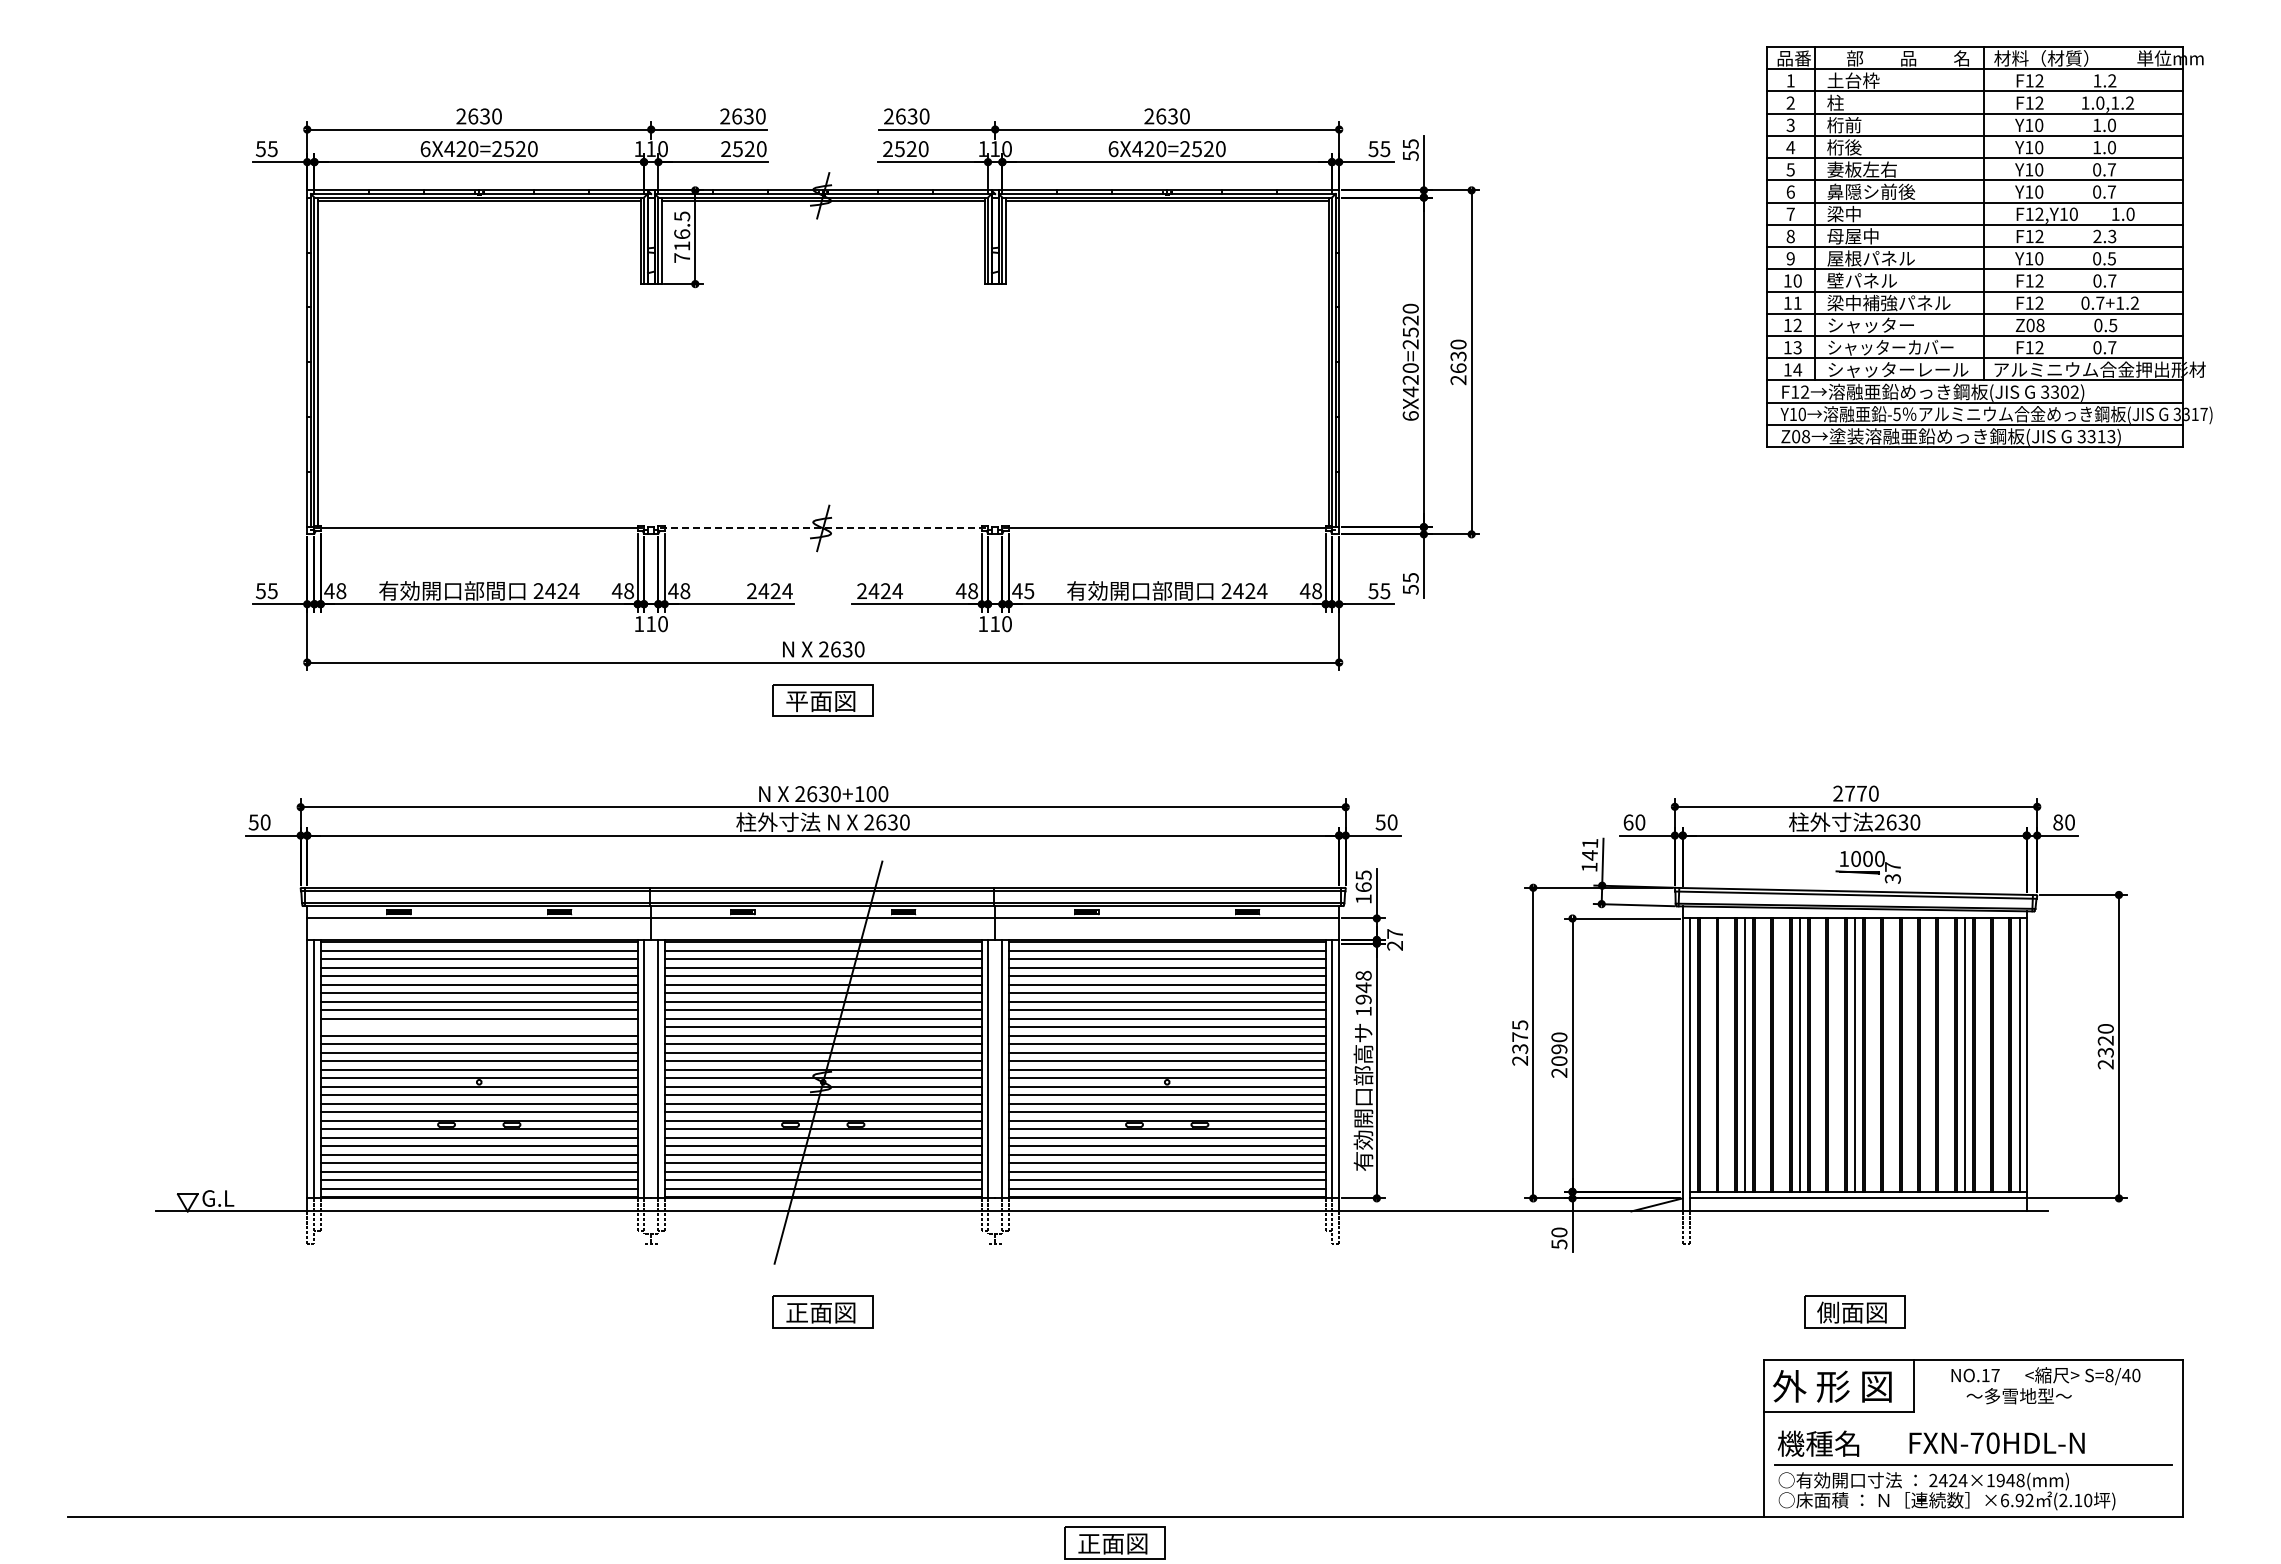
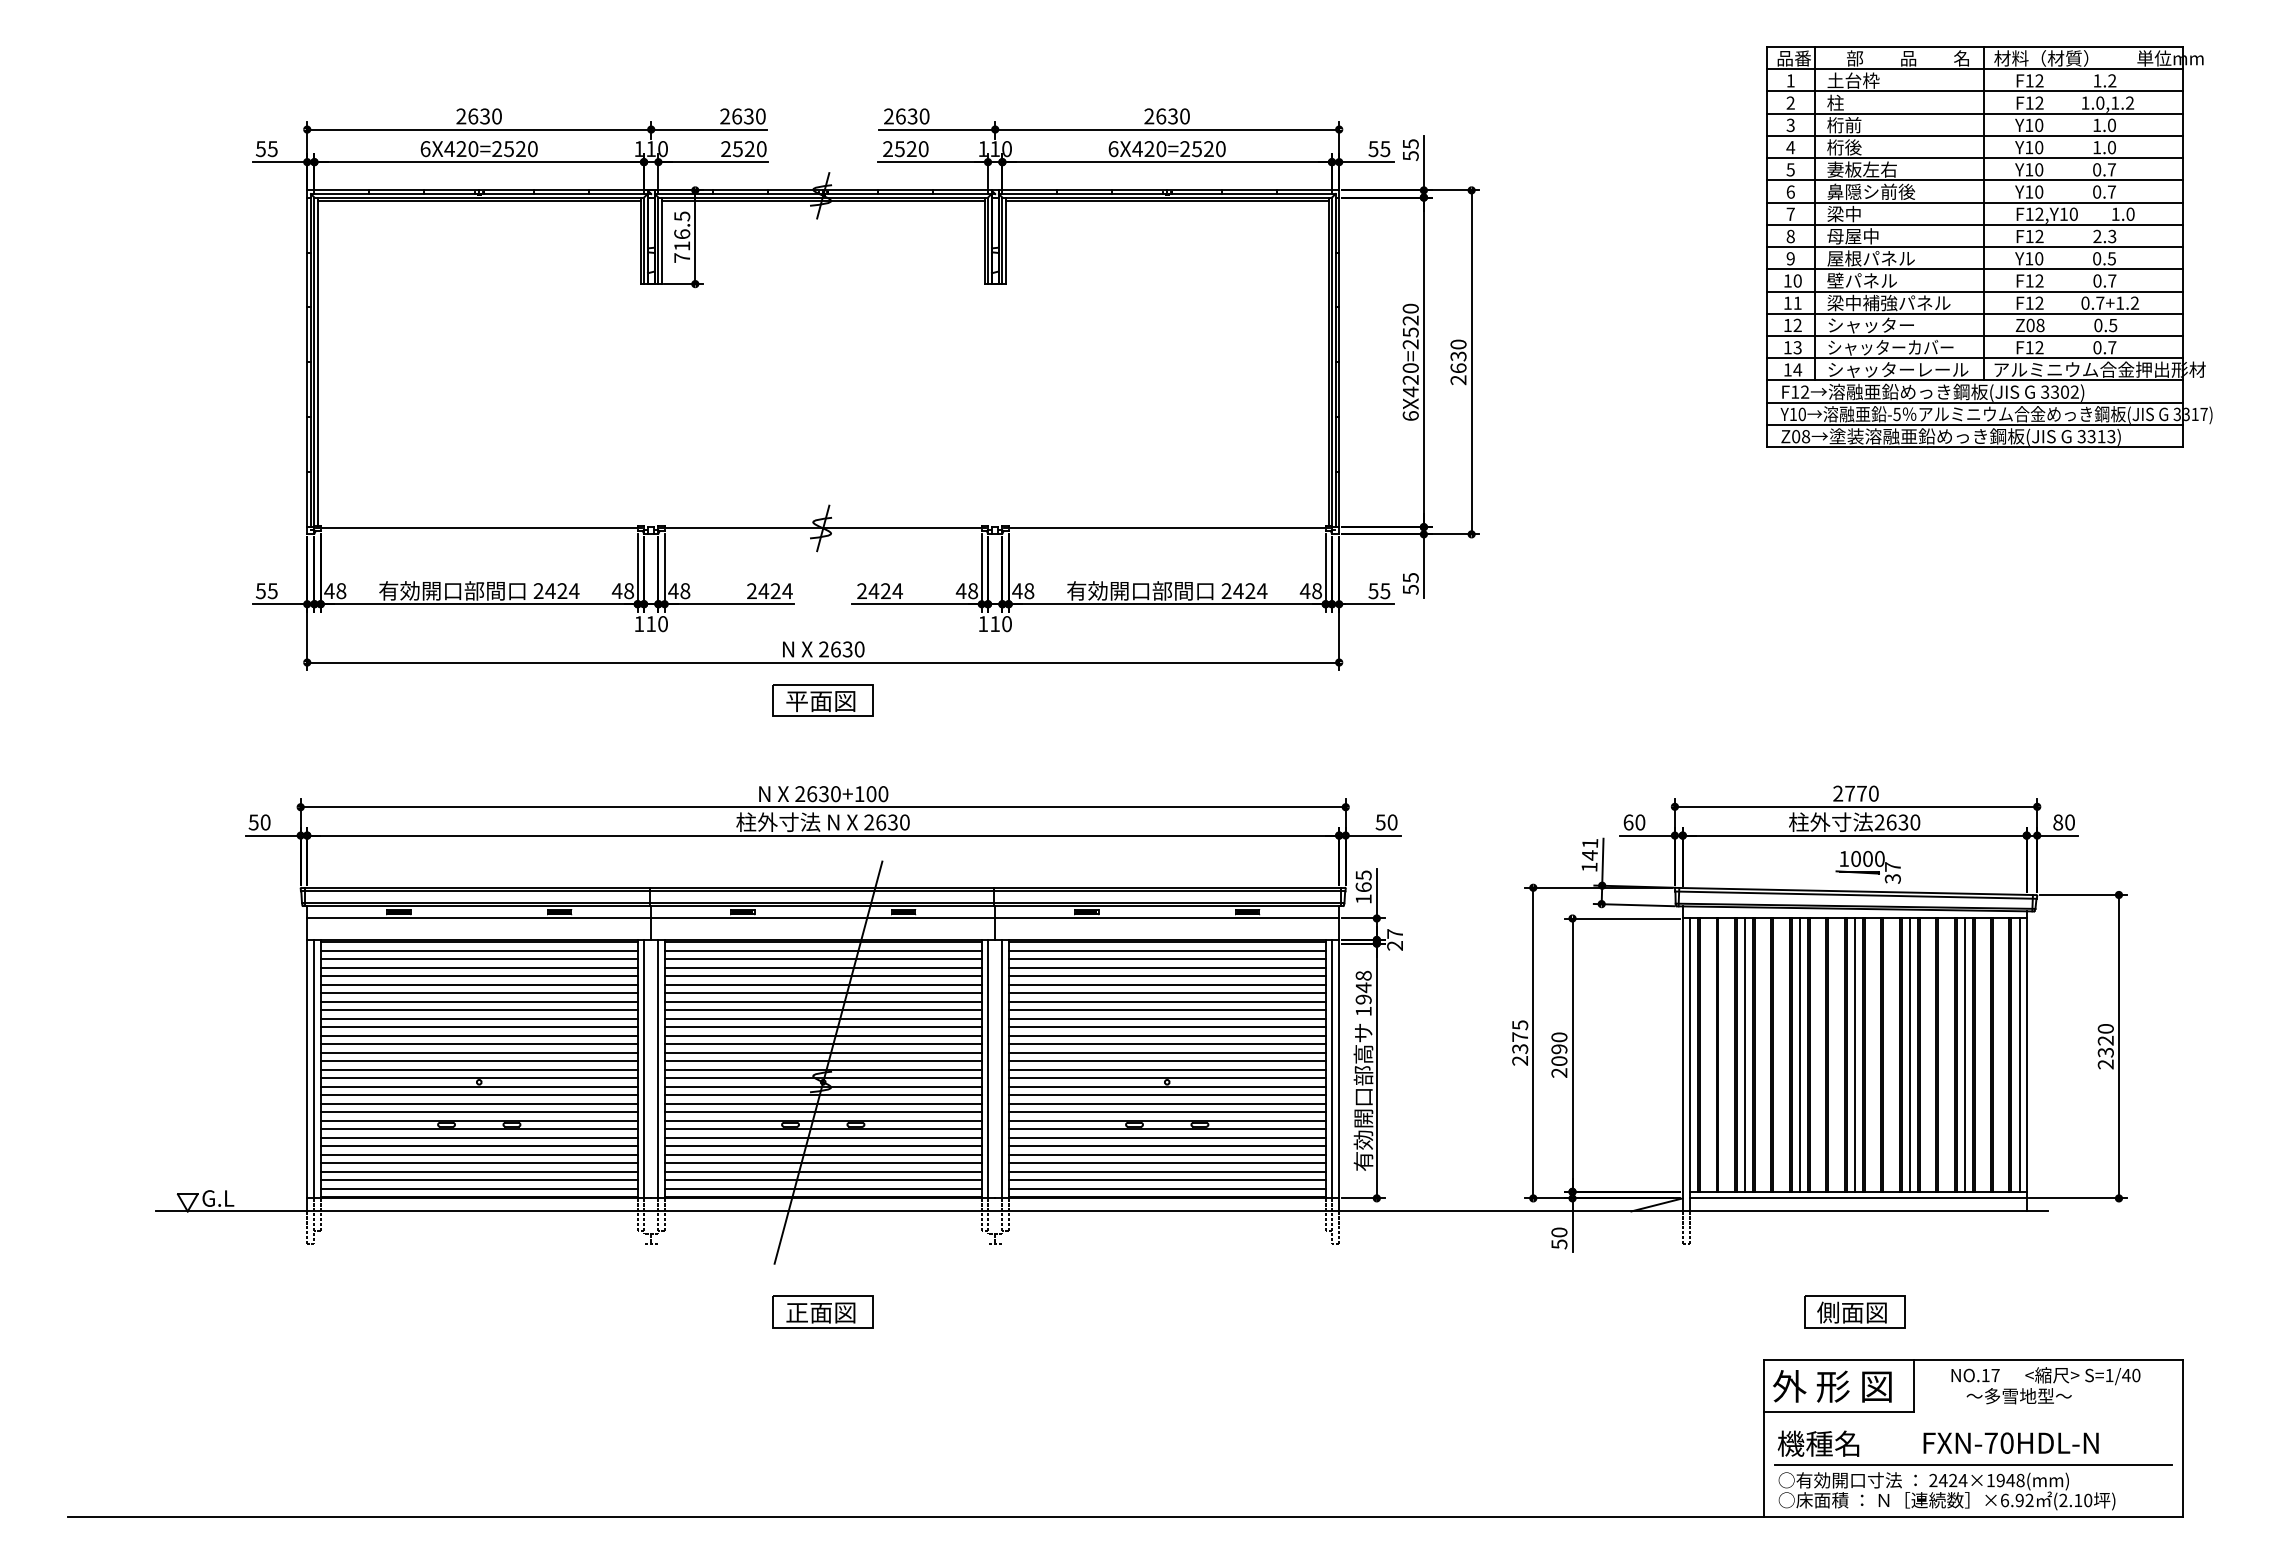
line at (823, 528): dashed -> solid
text at (1029, 591): 45 -> 48
line at (478, 1027): none -> present
line at (1909, 1054): none -> present
text at (2109, 1375): S=8/40 -> S=1/40
text at (1996, 1442) position: (1996, 1442) -> (2010, 1442)
part at (1114, 1542): present -> none
